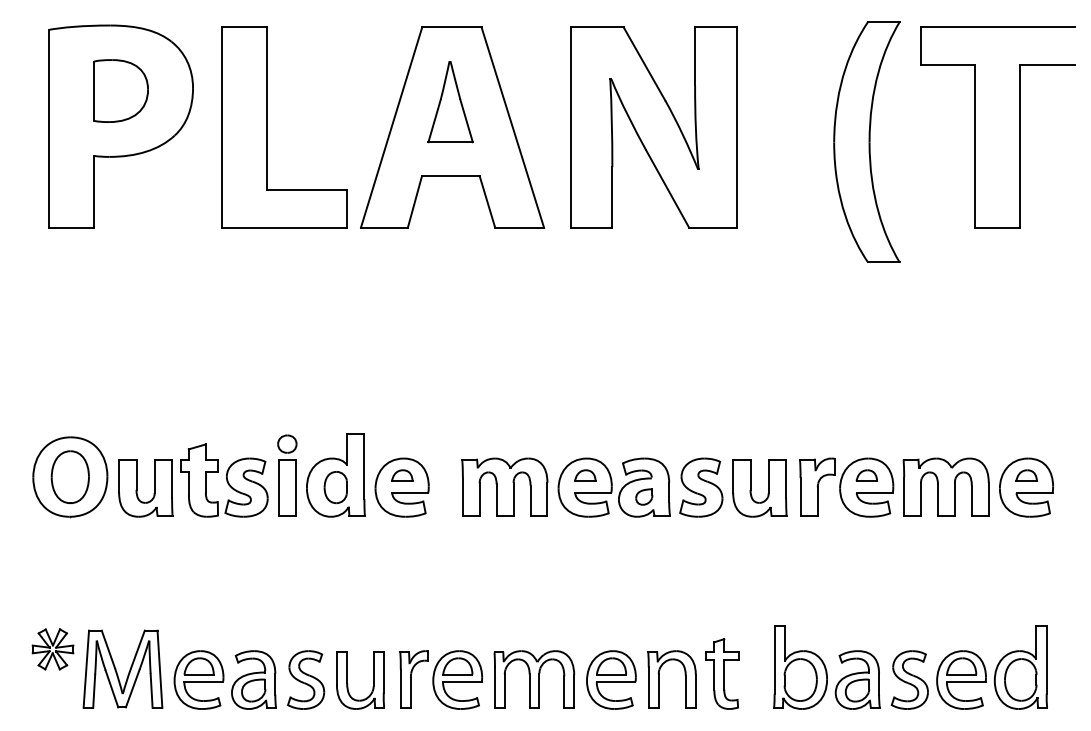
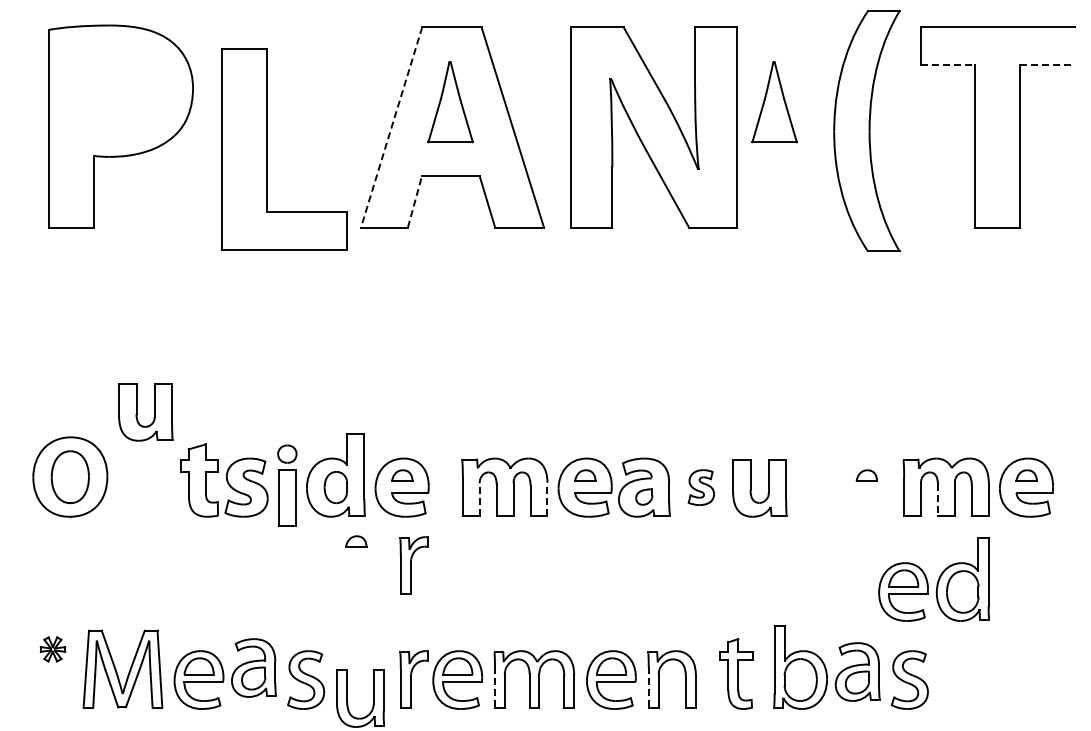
line at (948, 65): solid -> dashed
line at (1047, 65): solid -> dashed
part at (120, 90): present -> none
part at (774, 102): none -> present
part at (267, 127) position: (267, 127) -> (267, 149)
line at (391, 127): solid -> dashed
part at (866, 141) position: (866, 141) -> (866, 130)
line at (414, 201): solid -> dashed
part at (287, 475) position: (287, 475) -> (287, 485)
part at (701, 487) size: 45x61 px -> 28x37 px
part at (846, 487): present -> none
part at (137, 488) position: (137, 488) -> (137, 412)
line at (547, 498): solid -> dashed
line at (479, 499): solid -> dashed
line at (937, 500): solid -> dashed
part at (356, 541): none -> present
part at (413, 565): none -> present
part at (52, 649) size: 44x43 px -> 28x27 px
part at (991, 667) position: (991, 667) -> (933, 579)
part at (722, 673) position: (722, 673) -> (736, 673)
part at (253, 679) position: (253, 679) -> (253, 667)
part at (857, 679) position: (857, 679) -> (857, 671)
part at (348, 683) position: (348, 683) -> (348, 701)
line at (495, 688): solid -> dashed
line at (648, 688): solid -> dashed
